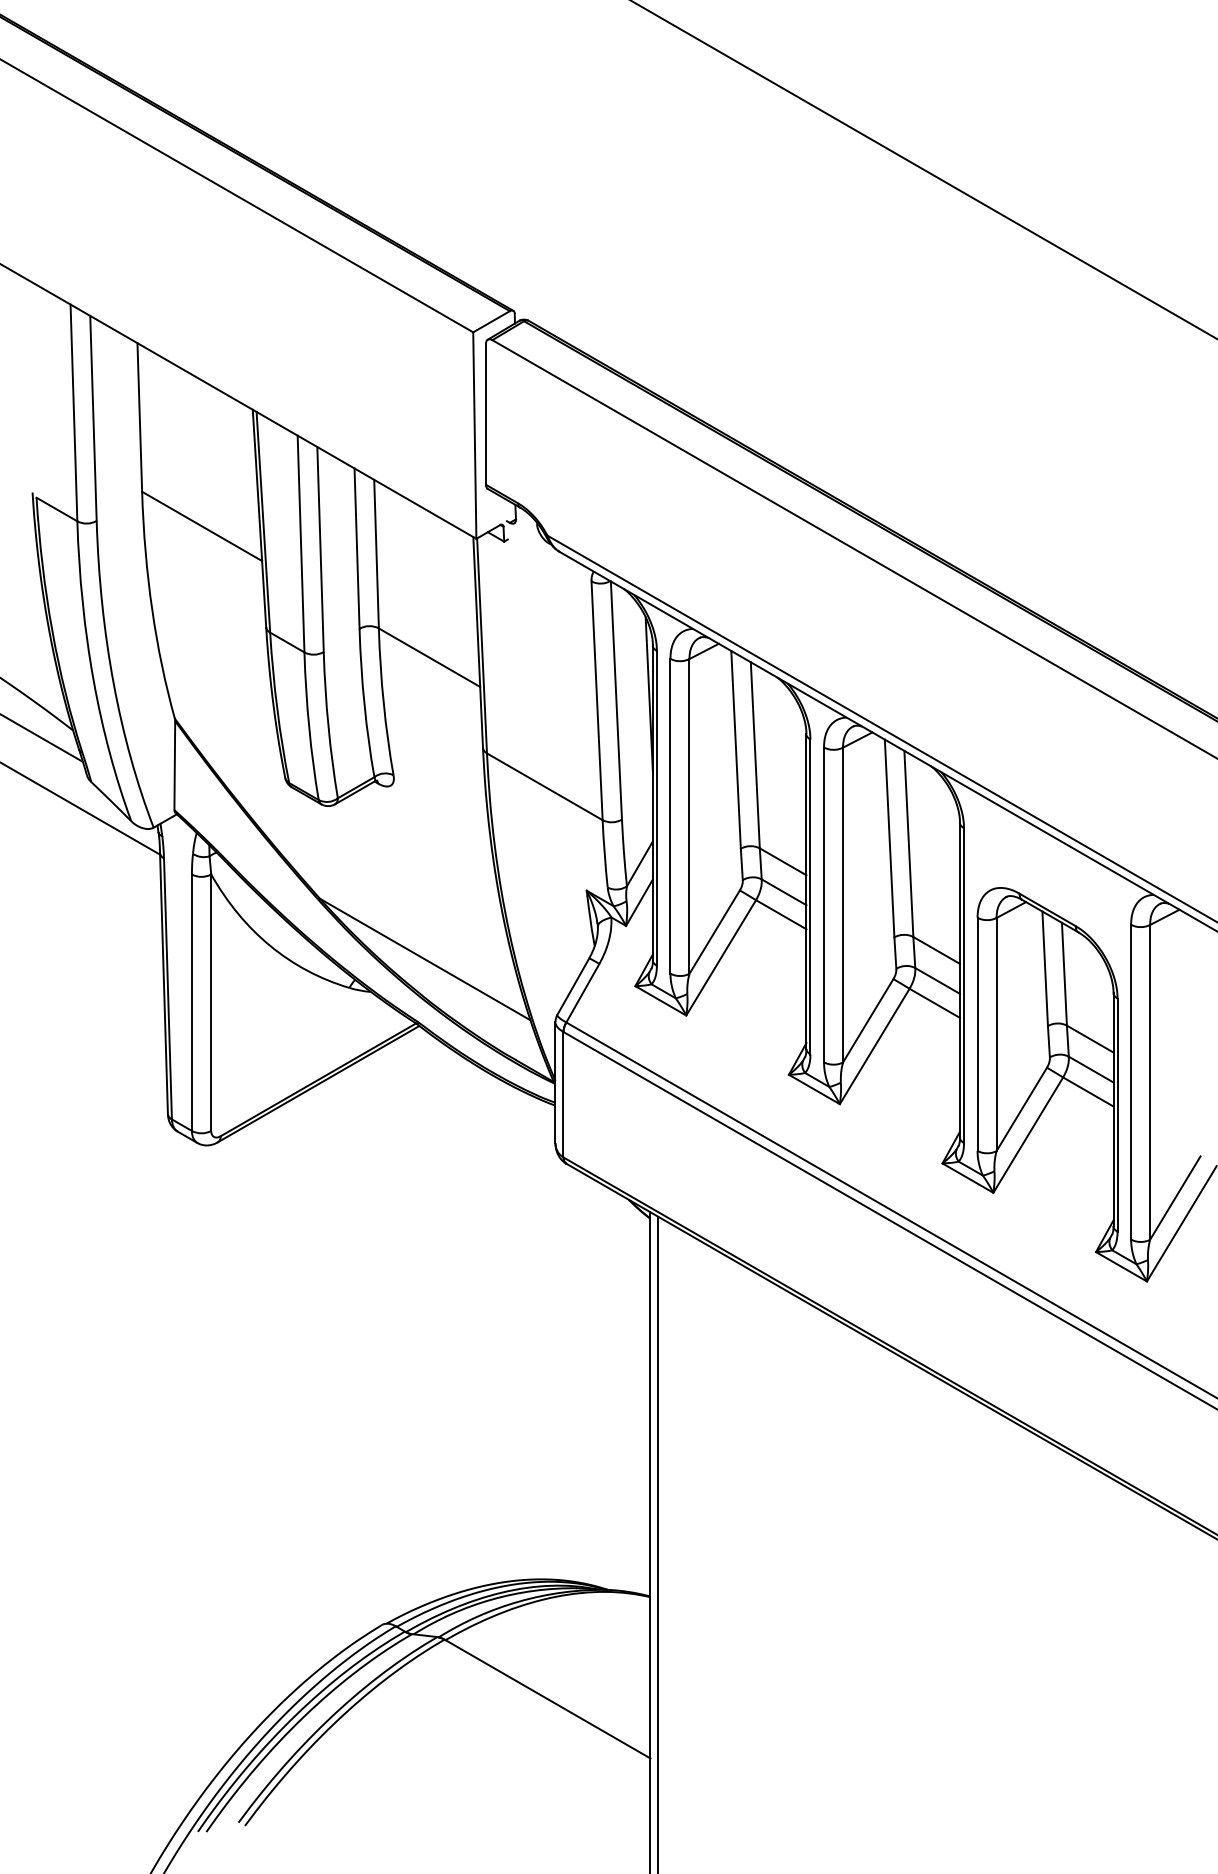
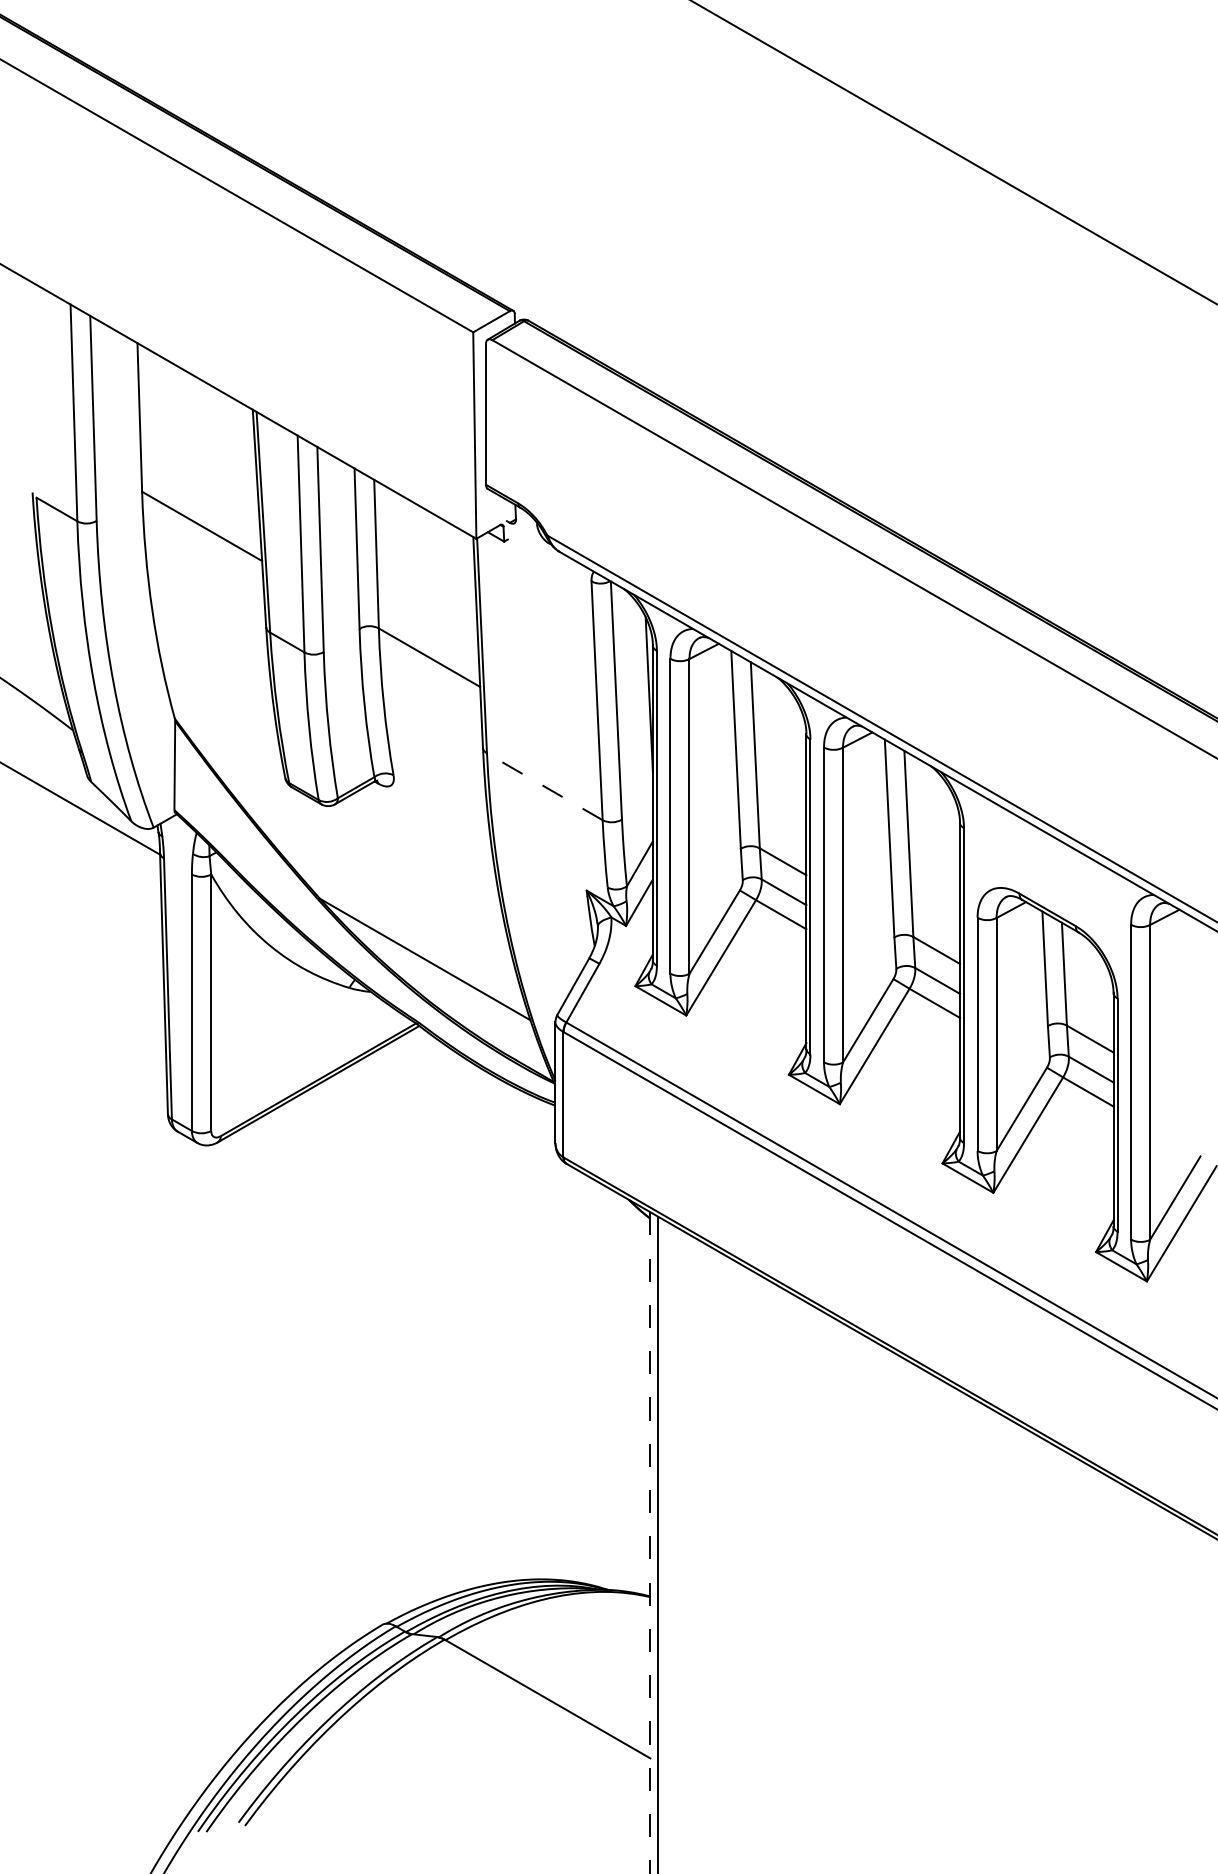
line at (923, 169) position: (923, 169) -> (953, 152)
line at (42, 738): present -> none
line at (544, 786): solid -> dashed
line at (650, 1543): solid -> dashed
